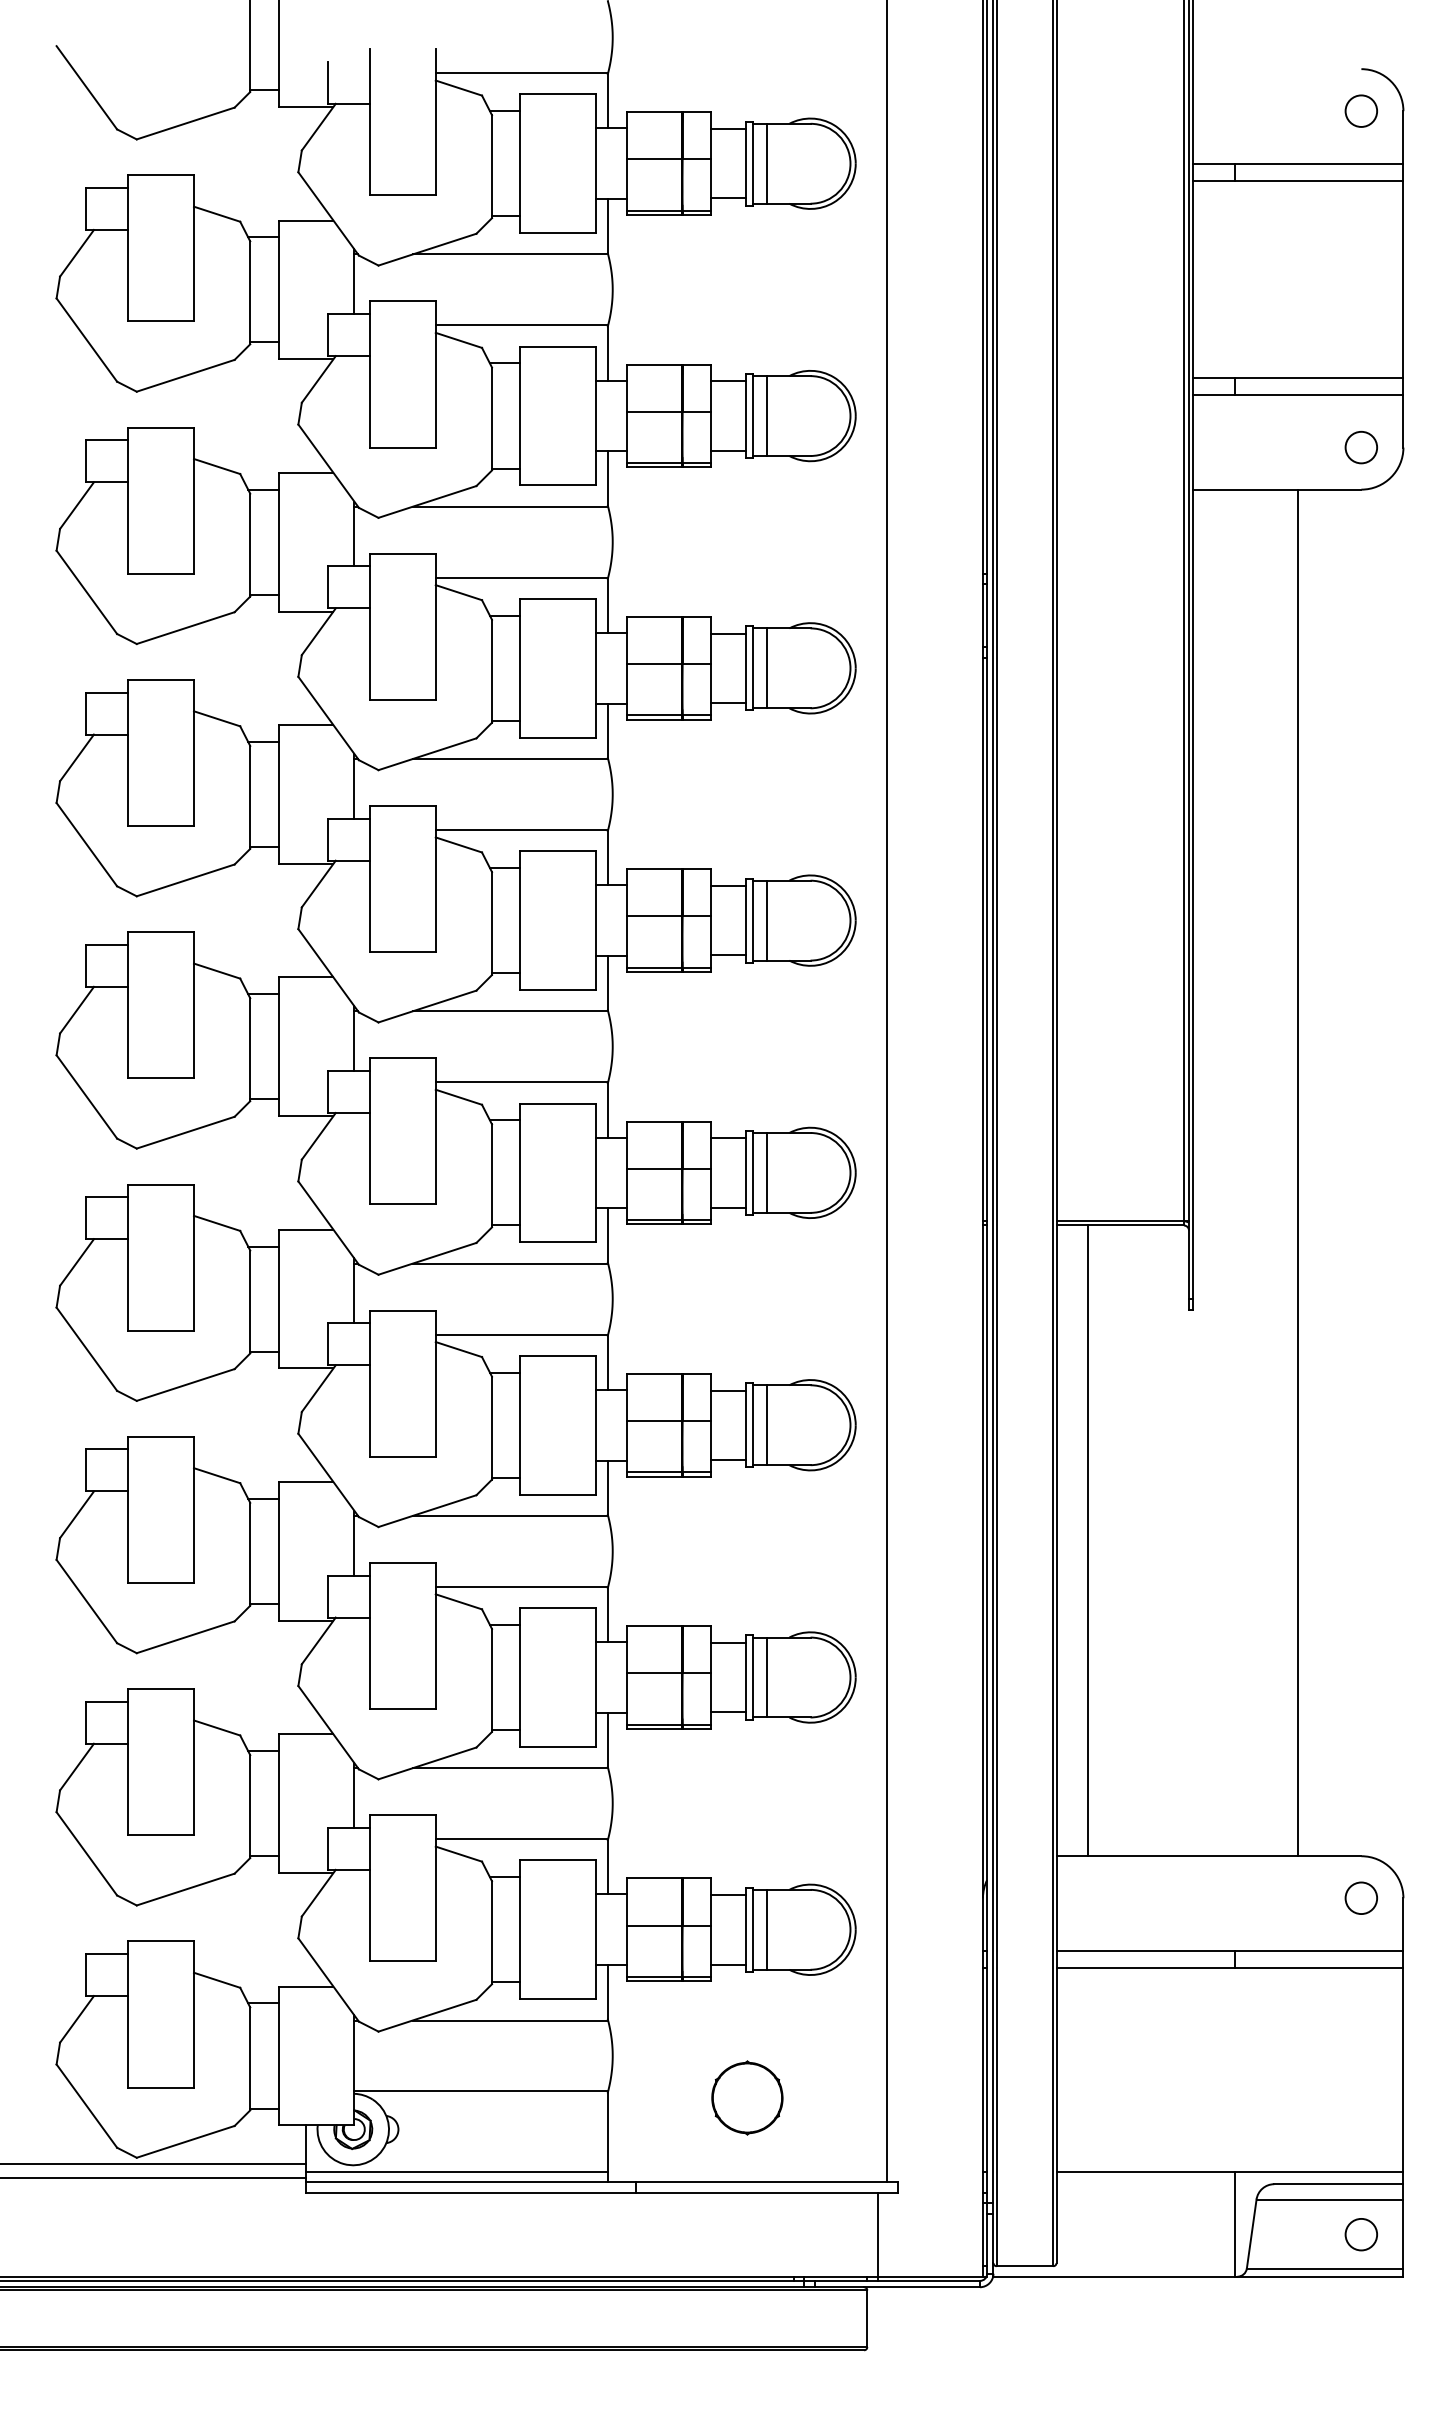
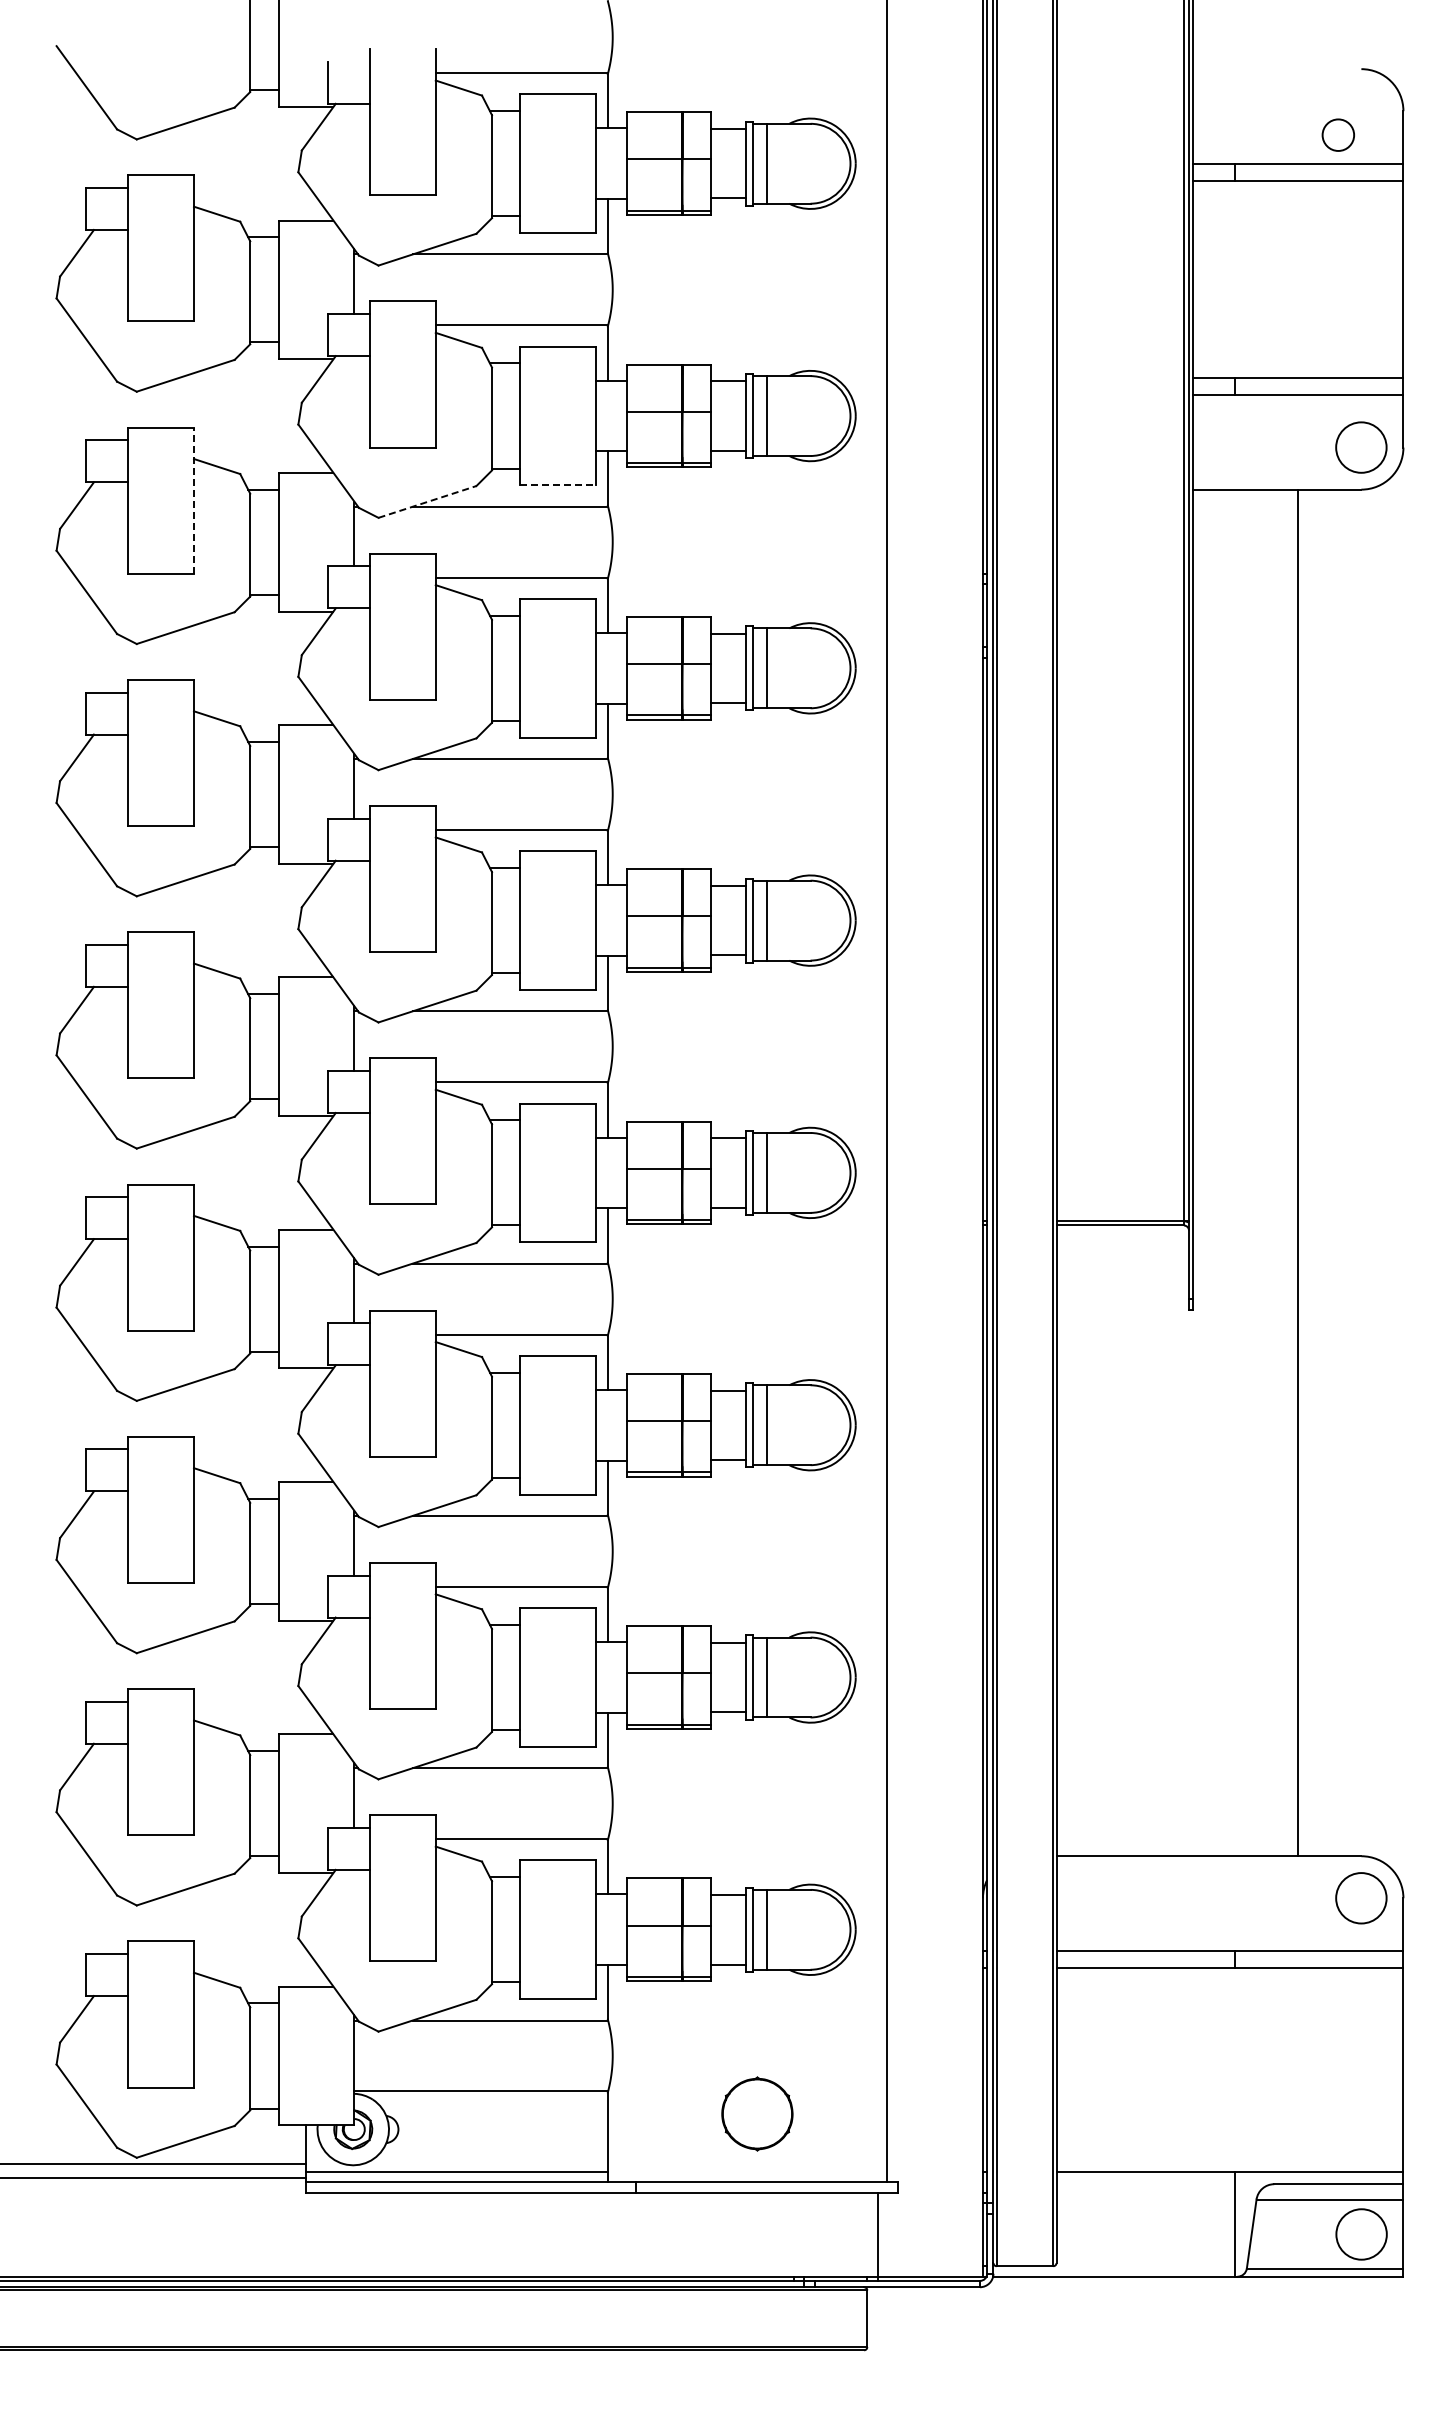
circle at (1360, 110) position: (1360, 110) -> (1337, 134)
circle at (1361, 447) diameter: 32 px -> 50 px
line at (558, 485): solid -> dashed
line at (194, 500): solid -> dashed
line at (427, 501): solid -> dashed
line at (1088, 1540): present -> none
circle at (1361, 1898) diameter: 32 px -> 50 px
part at (747, 2097) position: (747, 2097) -> (757, 2113)
circle at (1360, 2234) size: 34x34 px -> 53x53 px
